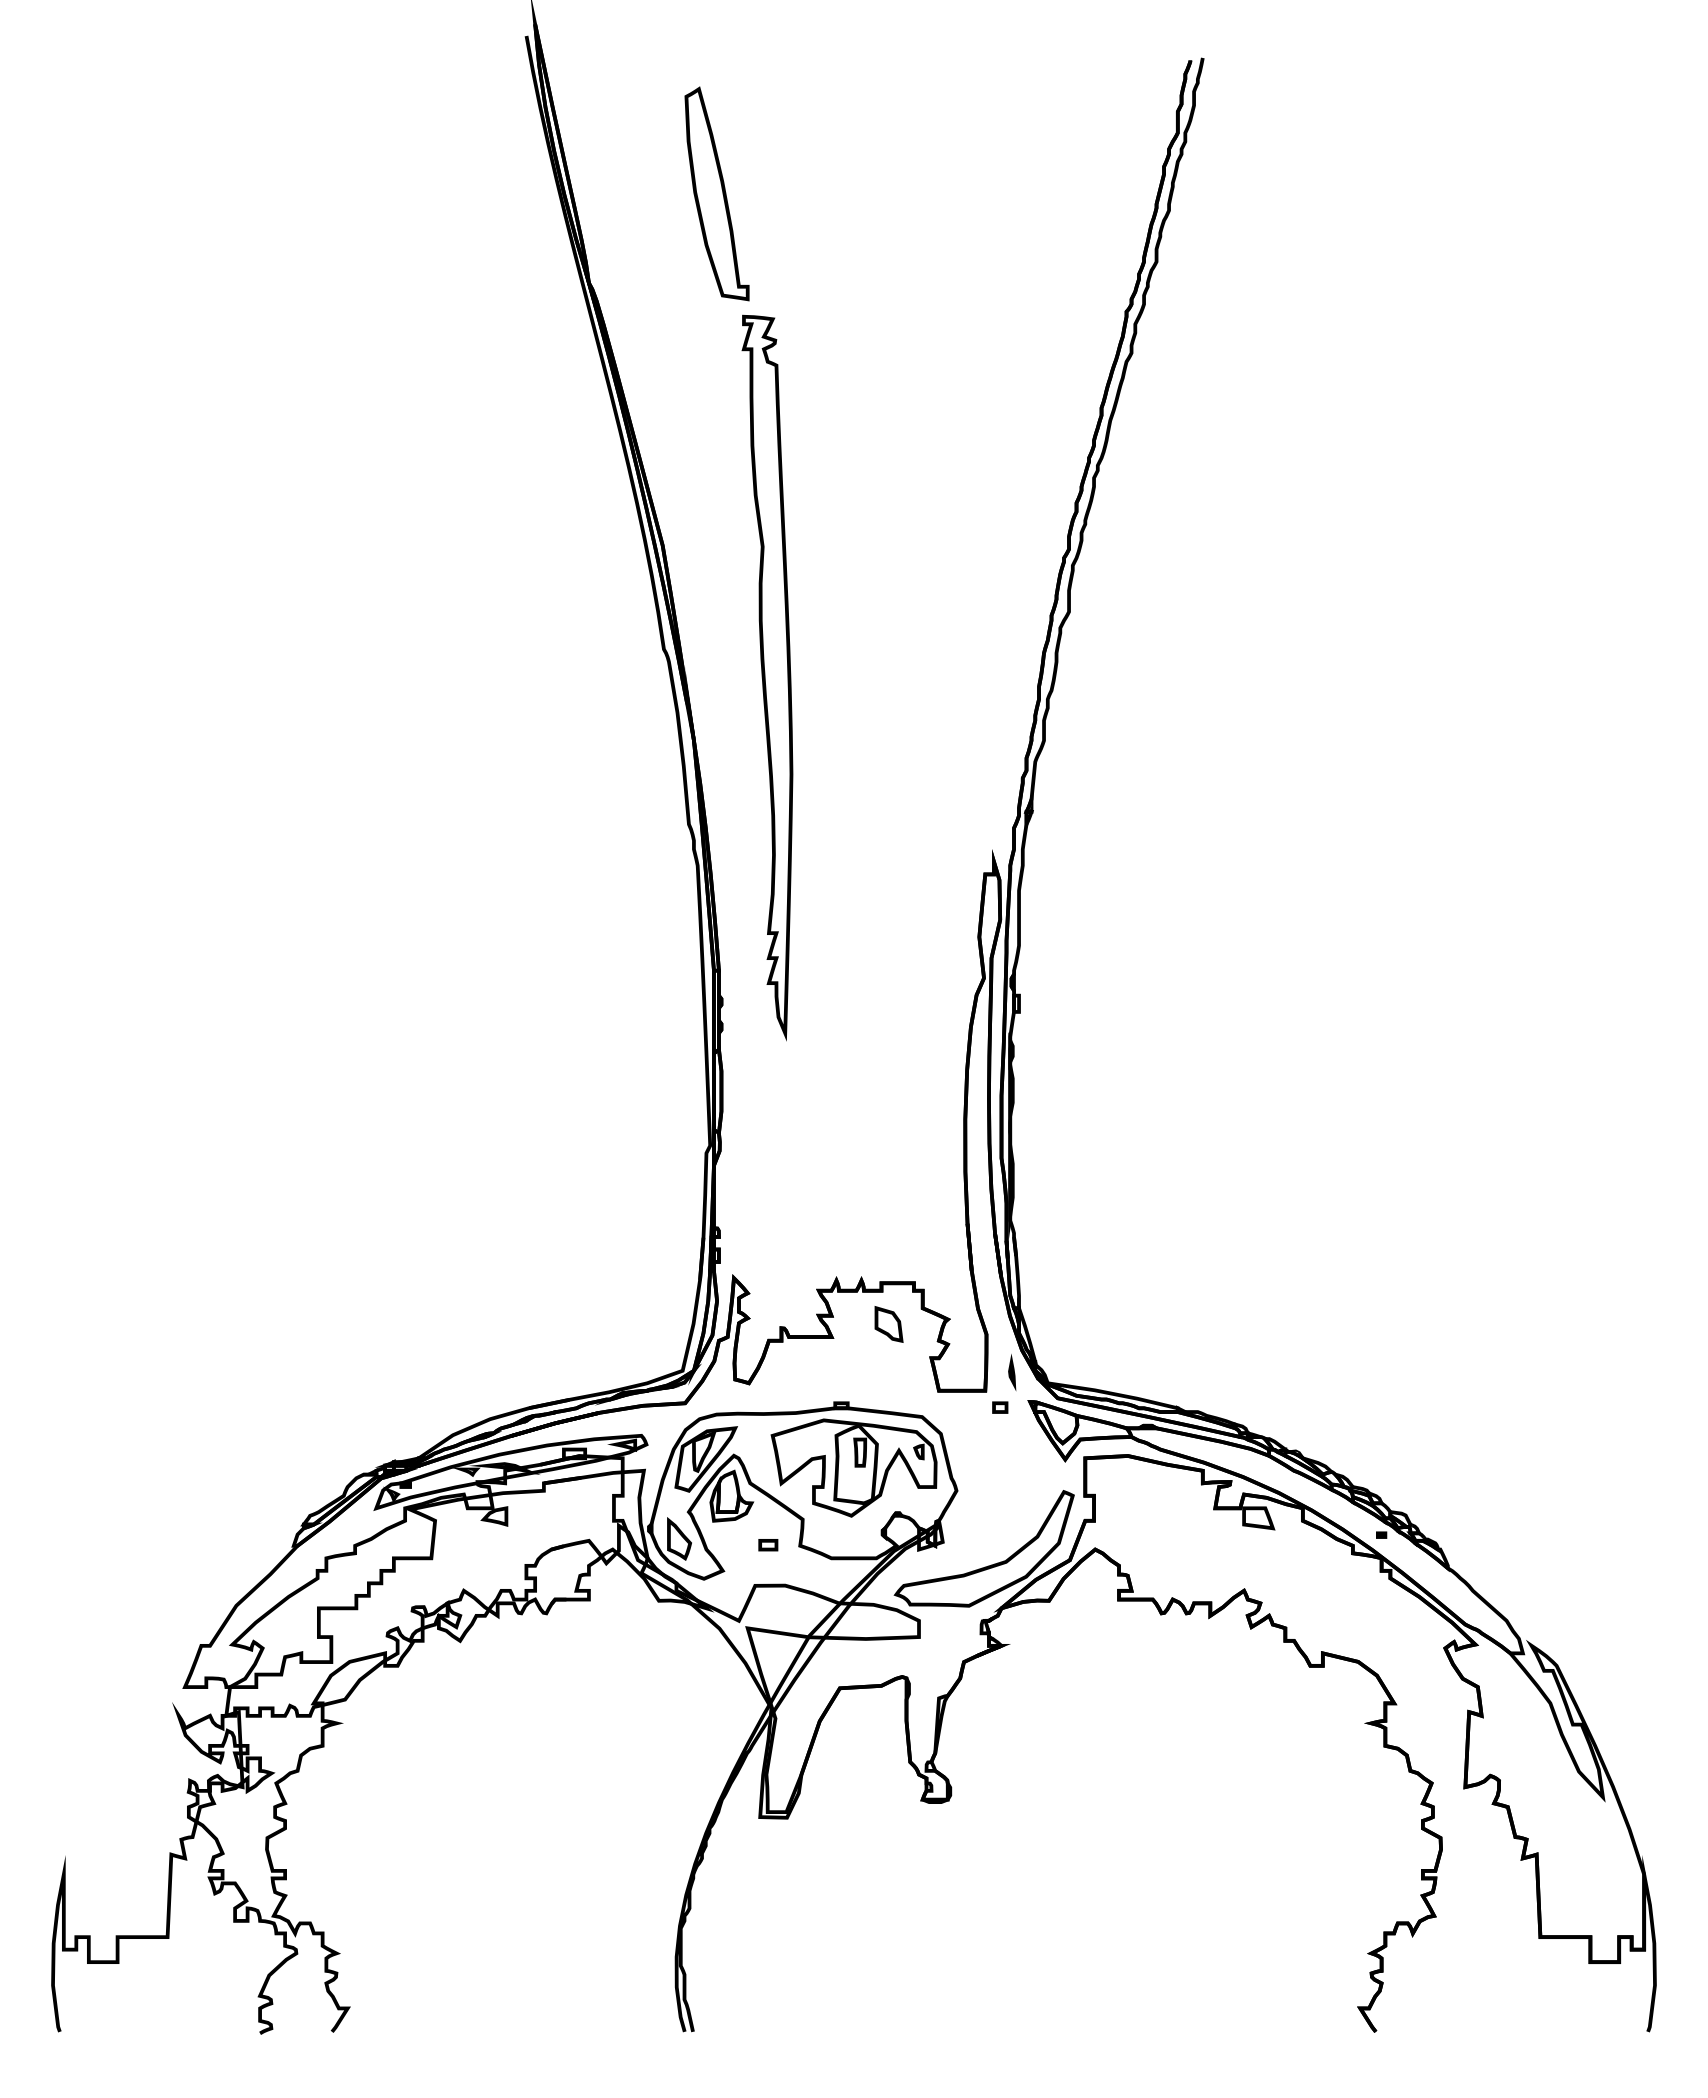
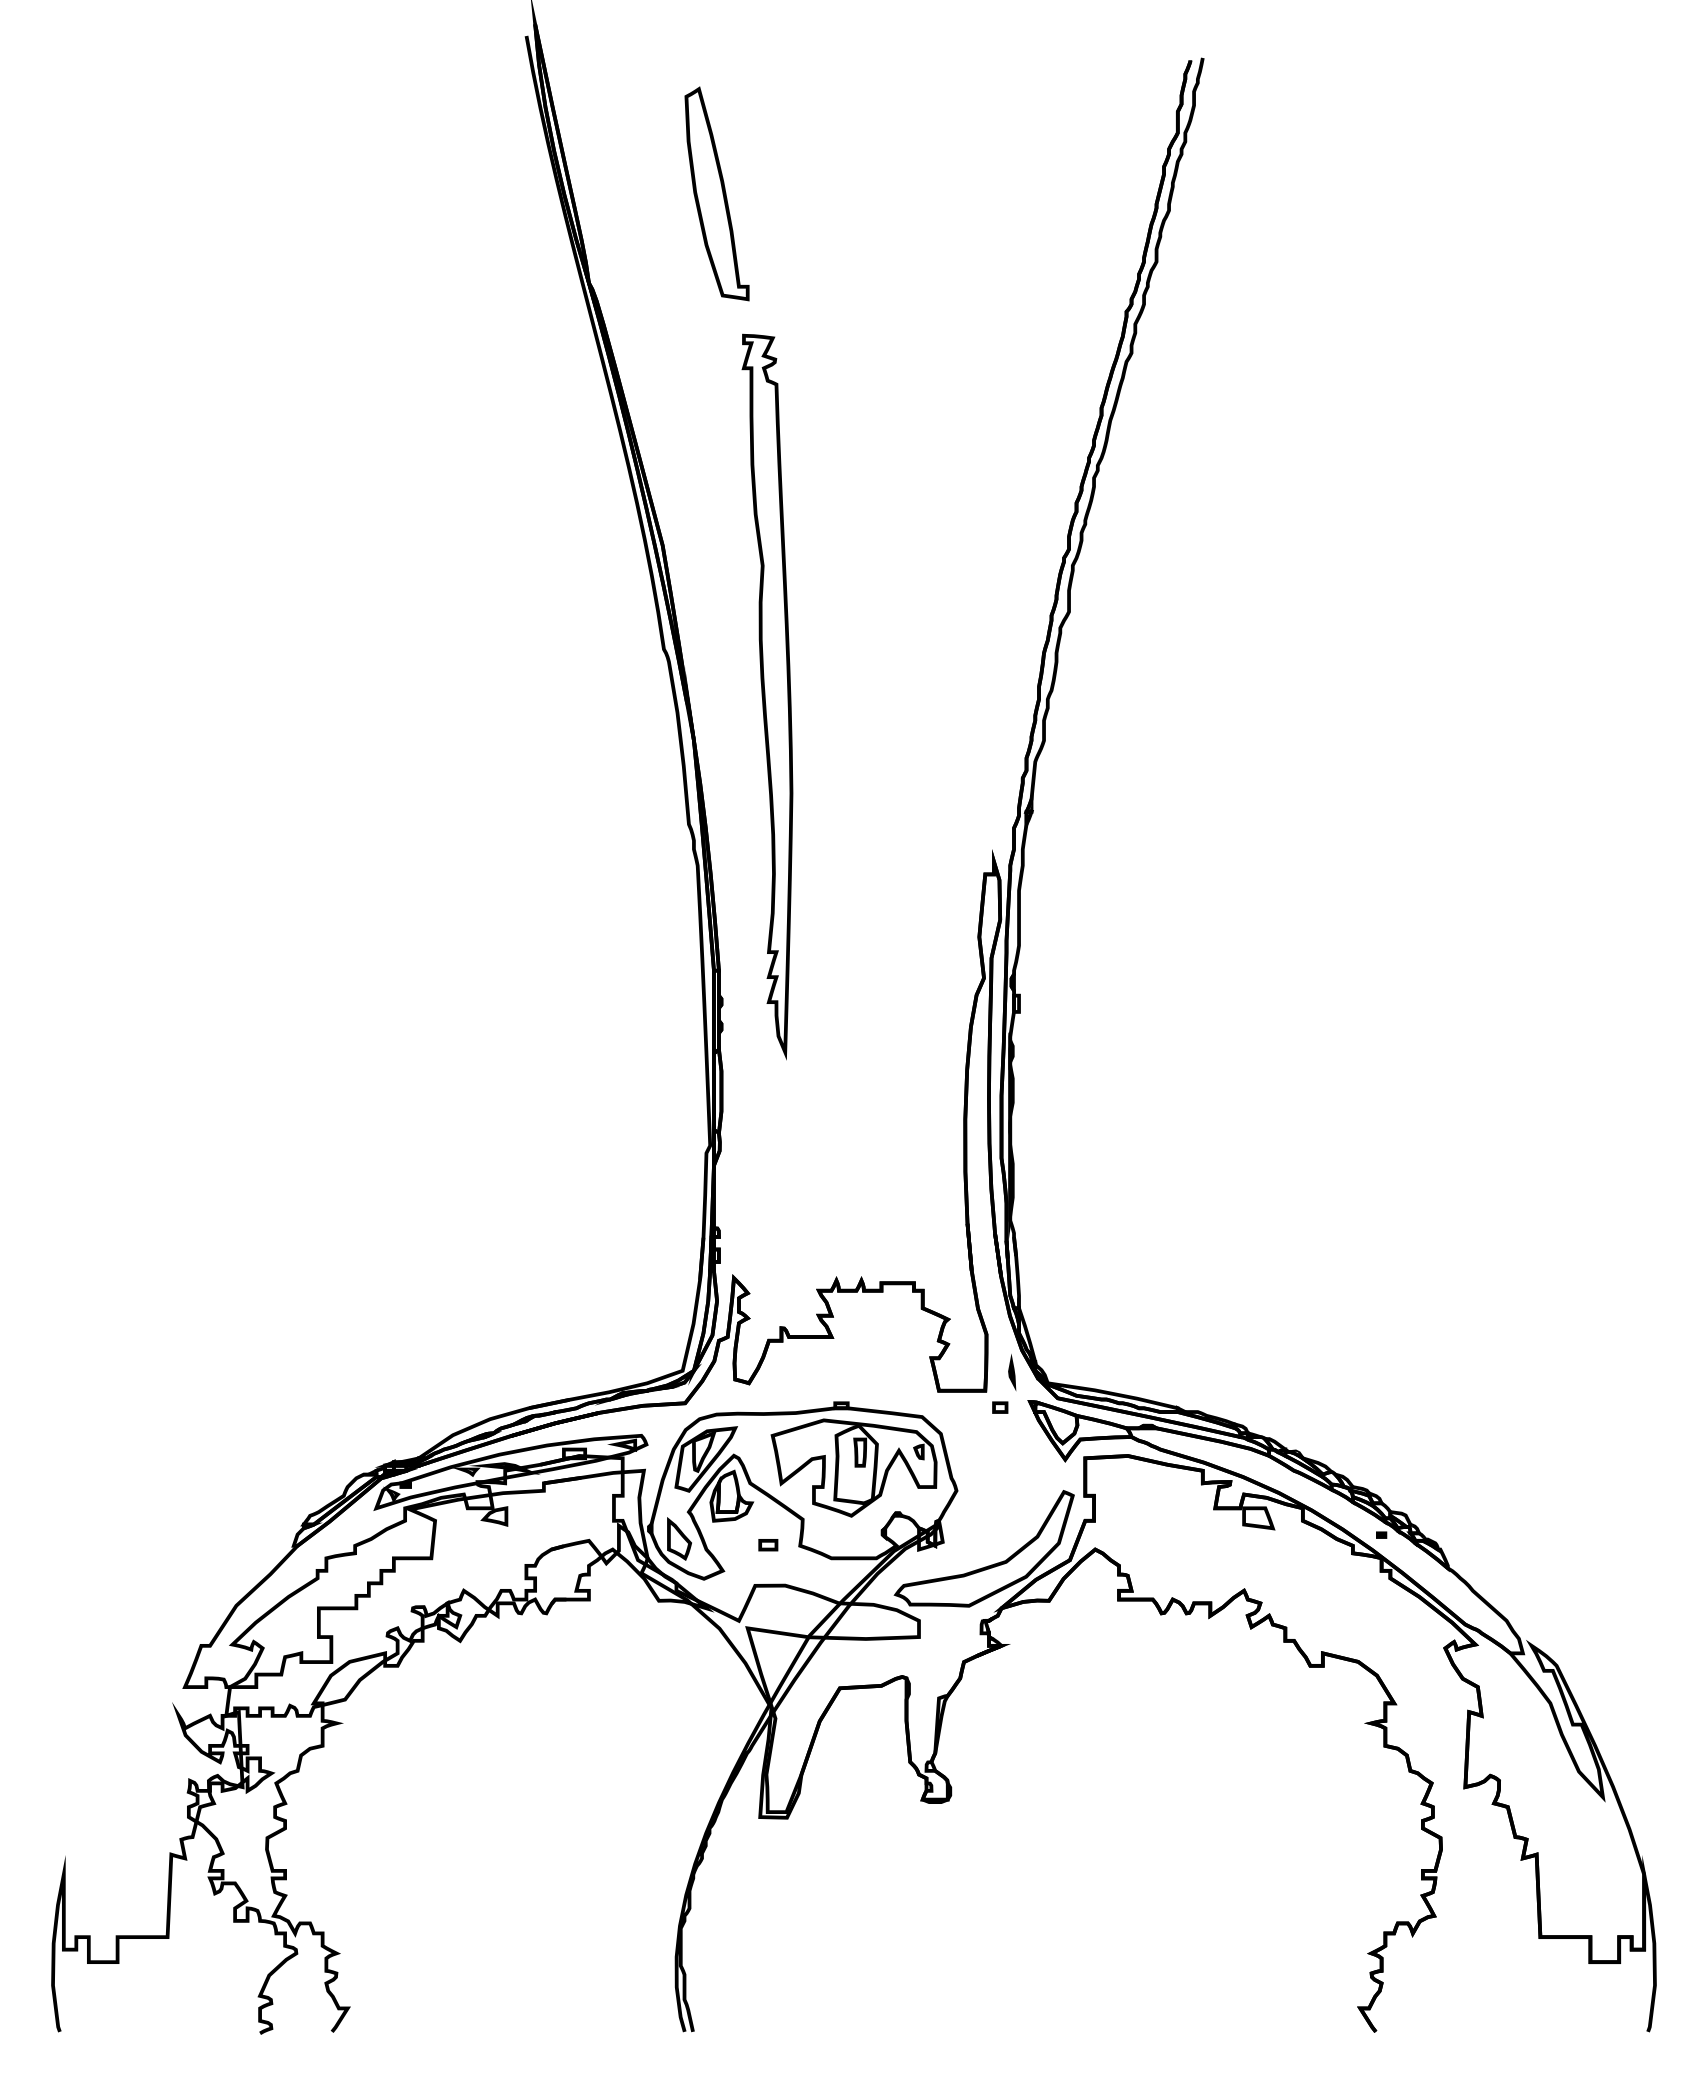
part at (767, 677) position: (767, 677) -> (767, 696)
part at (888, 1324): present -> none
